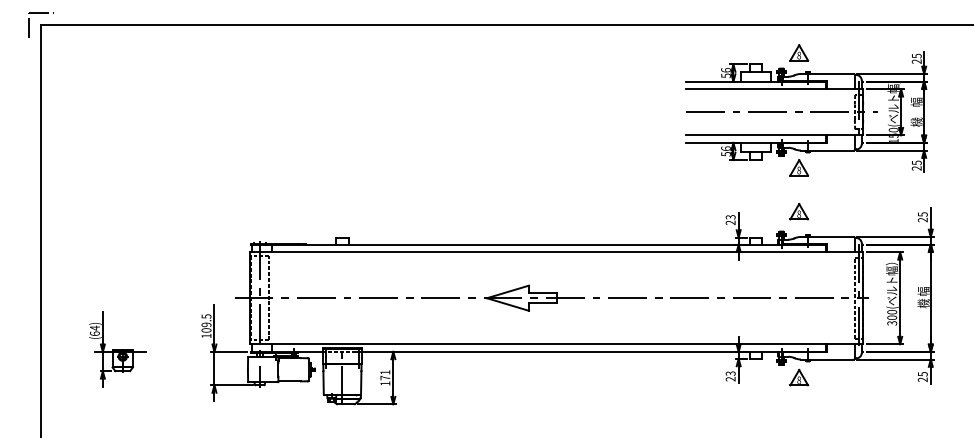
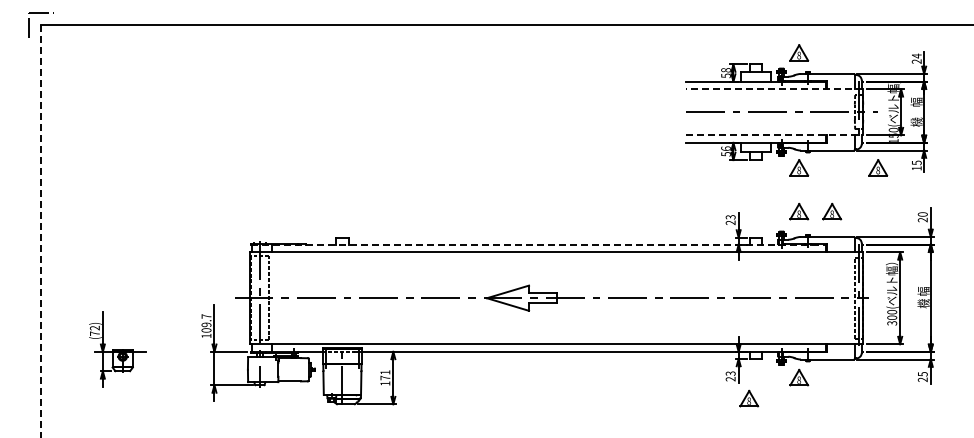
text at (916, 55): 25 -> 24
text at (725, 70): 56 -> 58
line at (774, 89): solid -> dashed
line at (774, 135): solid -> dashed
part at (878, 167): none -> present
text at (916, 168): 25 -> 15
part at (832, 211): none -> present
text at (922, 214): 25 -> 20
line at (41, 231): solid -> dashed
line at (538, 244): solid -> dashed
text at (206, 316): 109.5 -> 109.7
text at (94, 330): (64) -> (72)
part at (749, 398): none -> present
